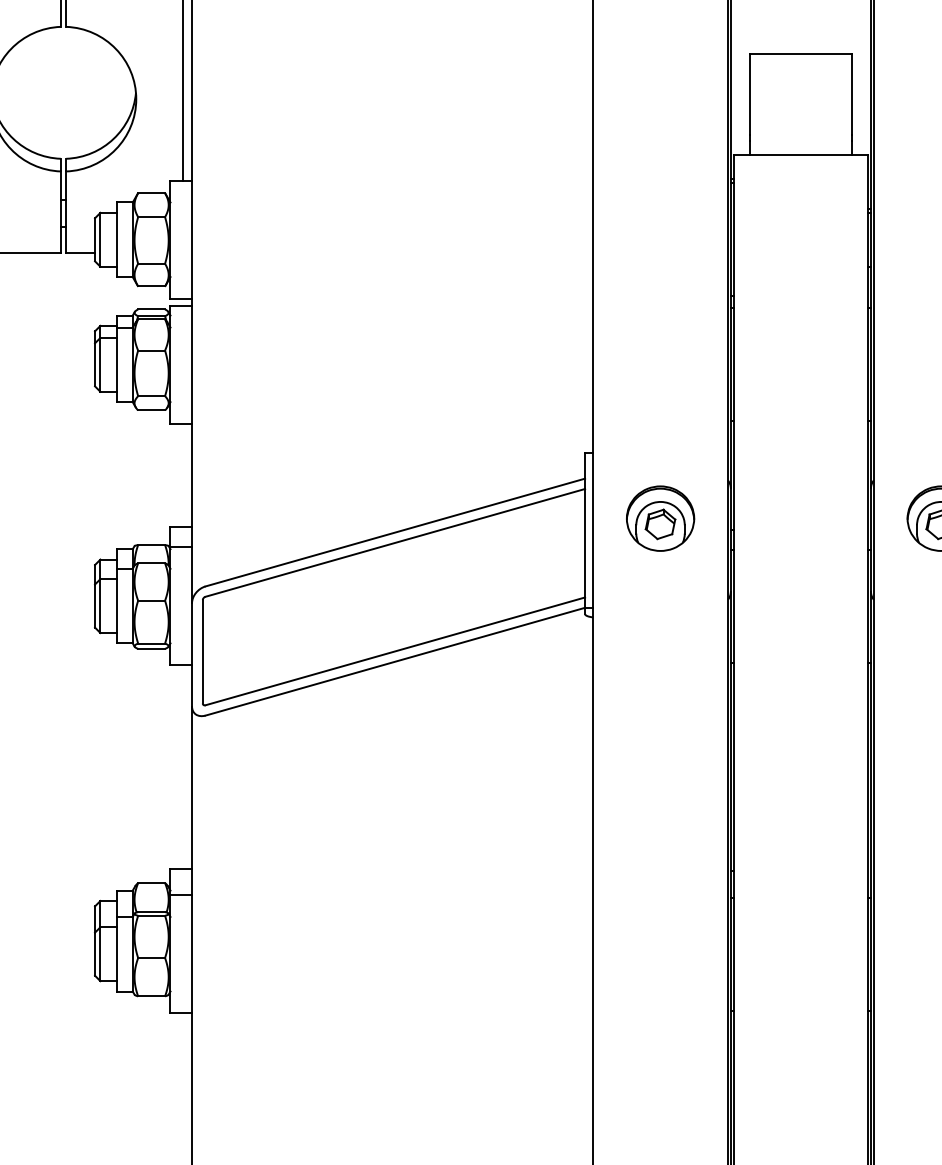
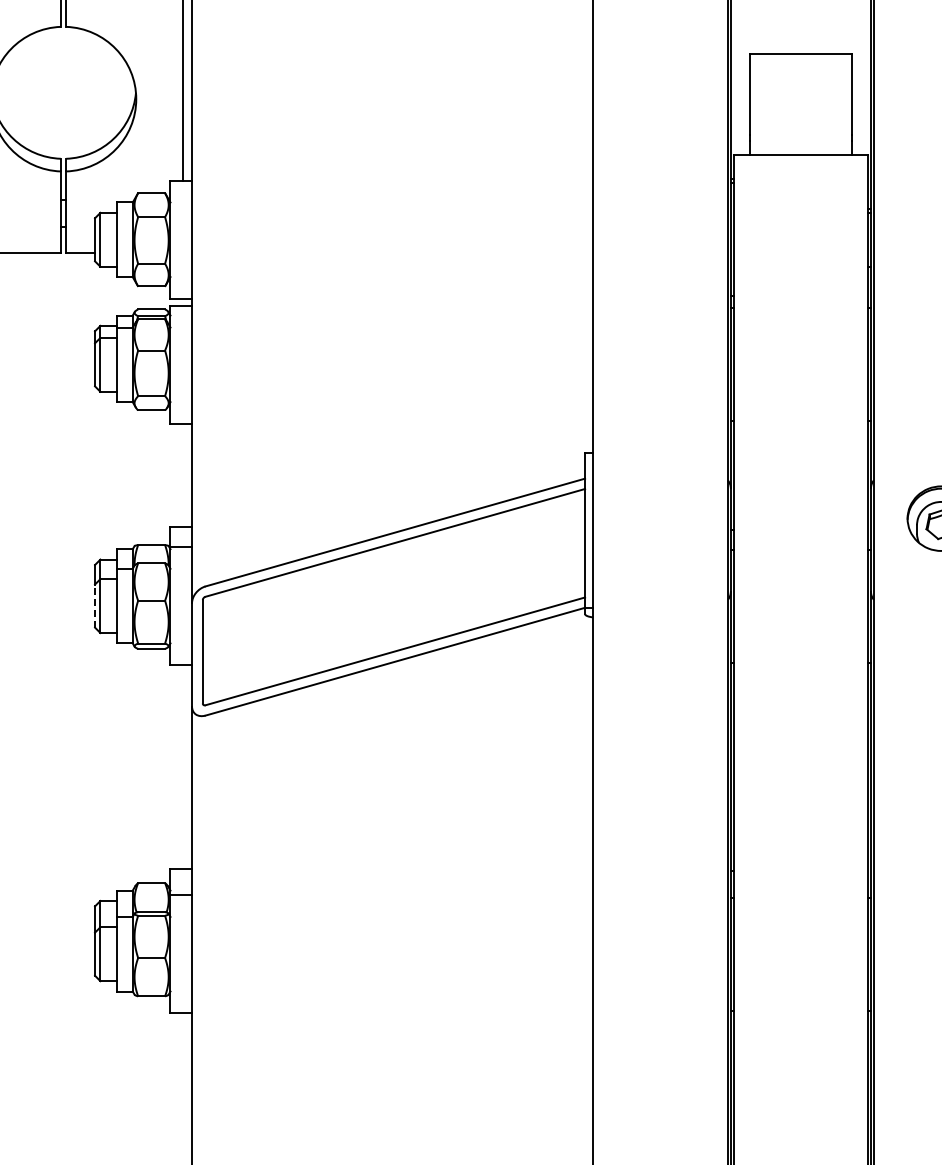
part at (660, 518): present -> none
line at (95, 606): solid -> dashed
